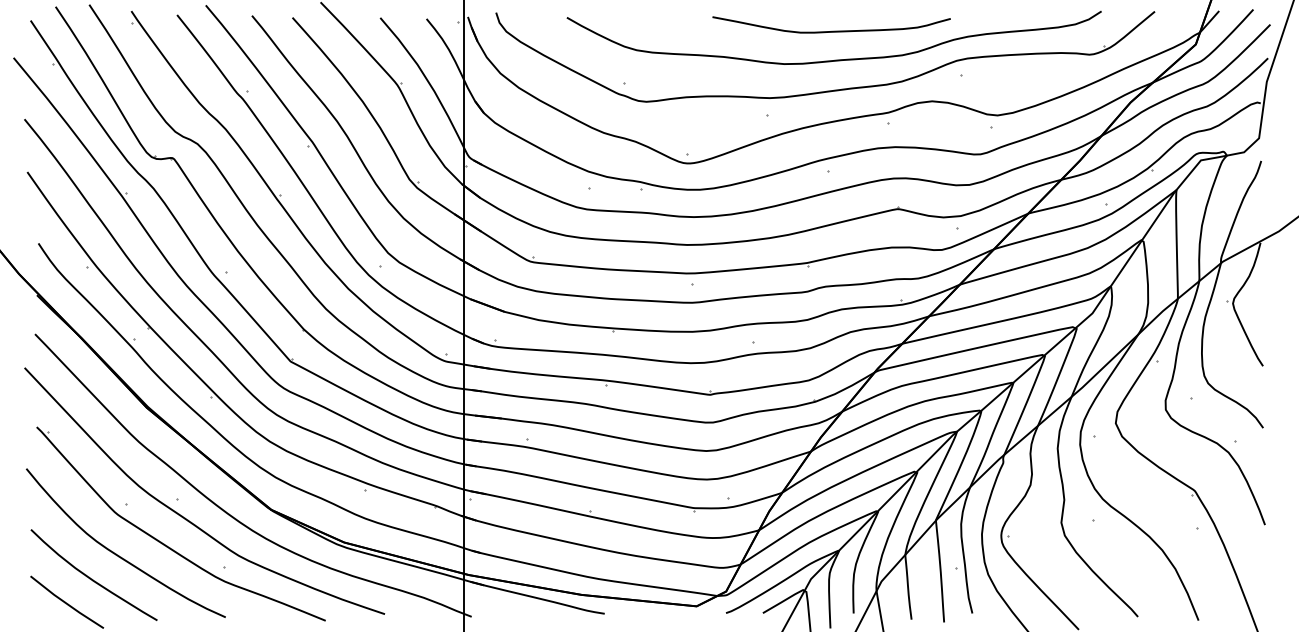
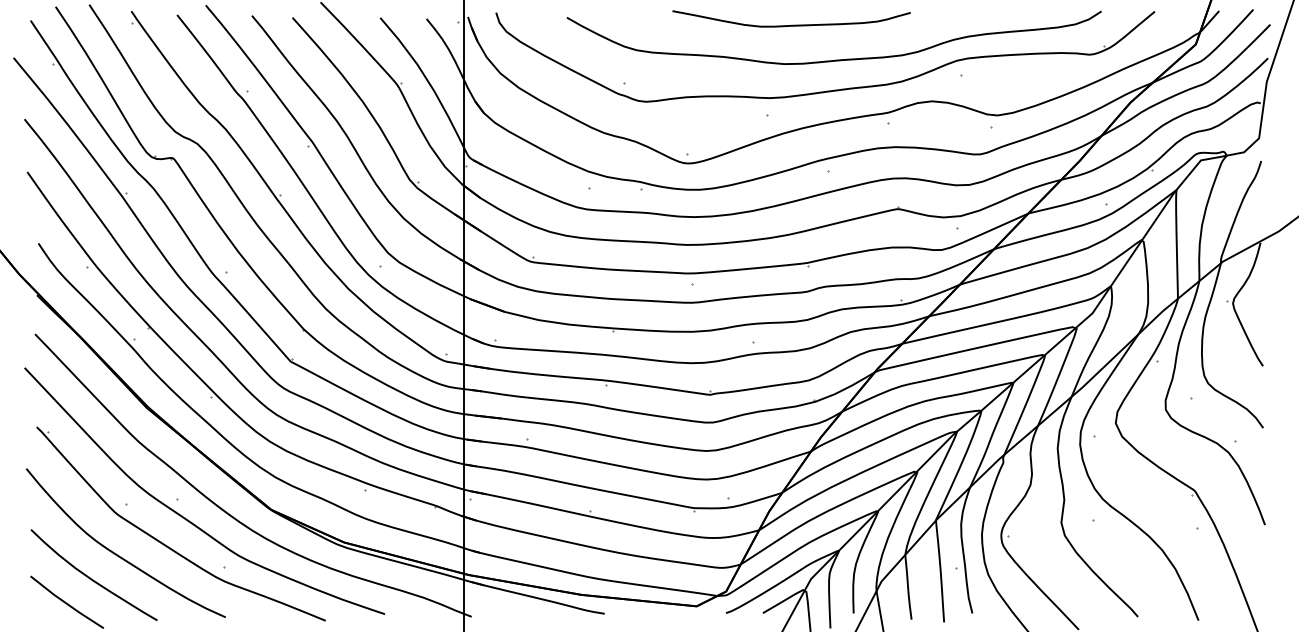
curve at (832, 30) position: (832, 30) -> (792, 24)
